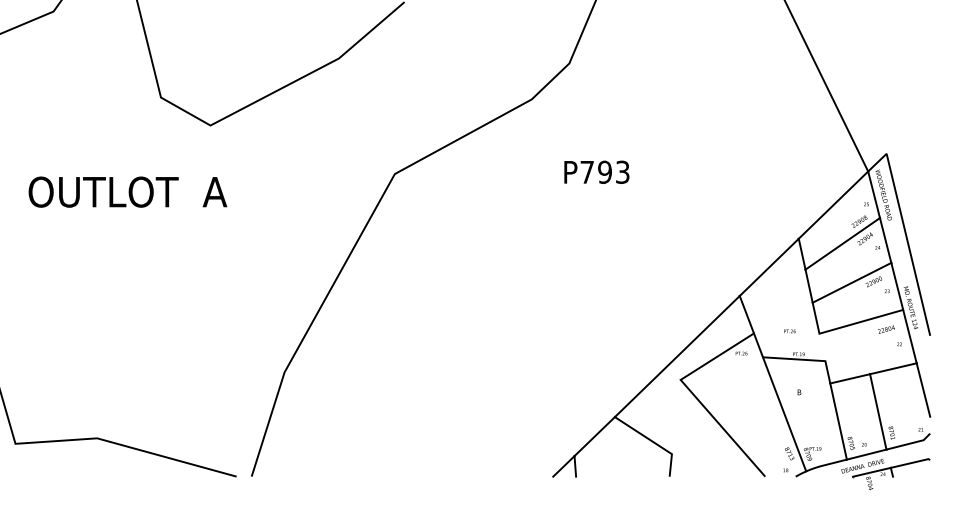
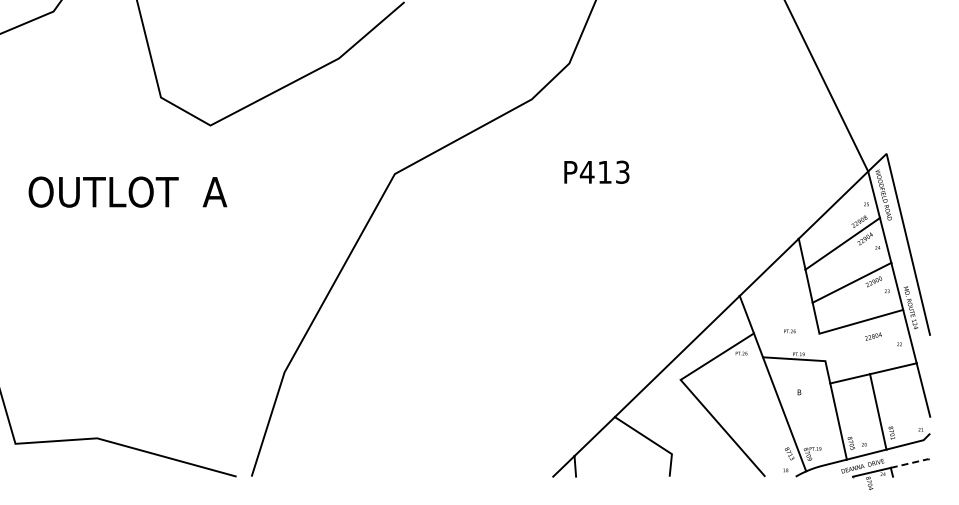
text at (595, 171): P793 -> P413
text at (886, 329) position: (886, 329) -> (873, 336)
line at (912, 462): solid -> dashed
